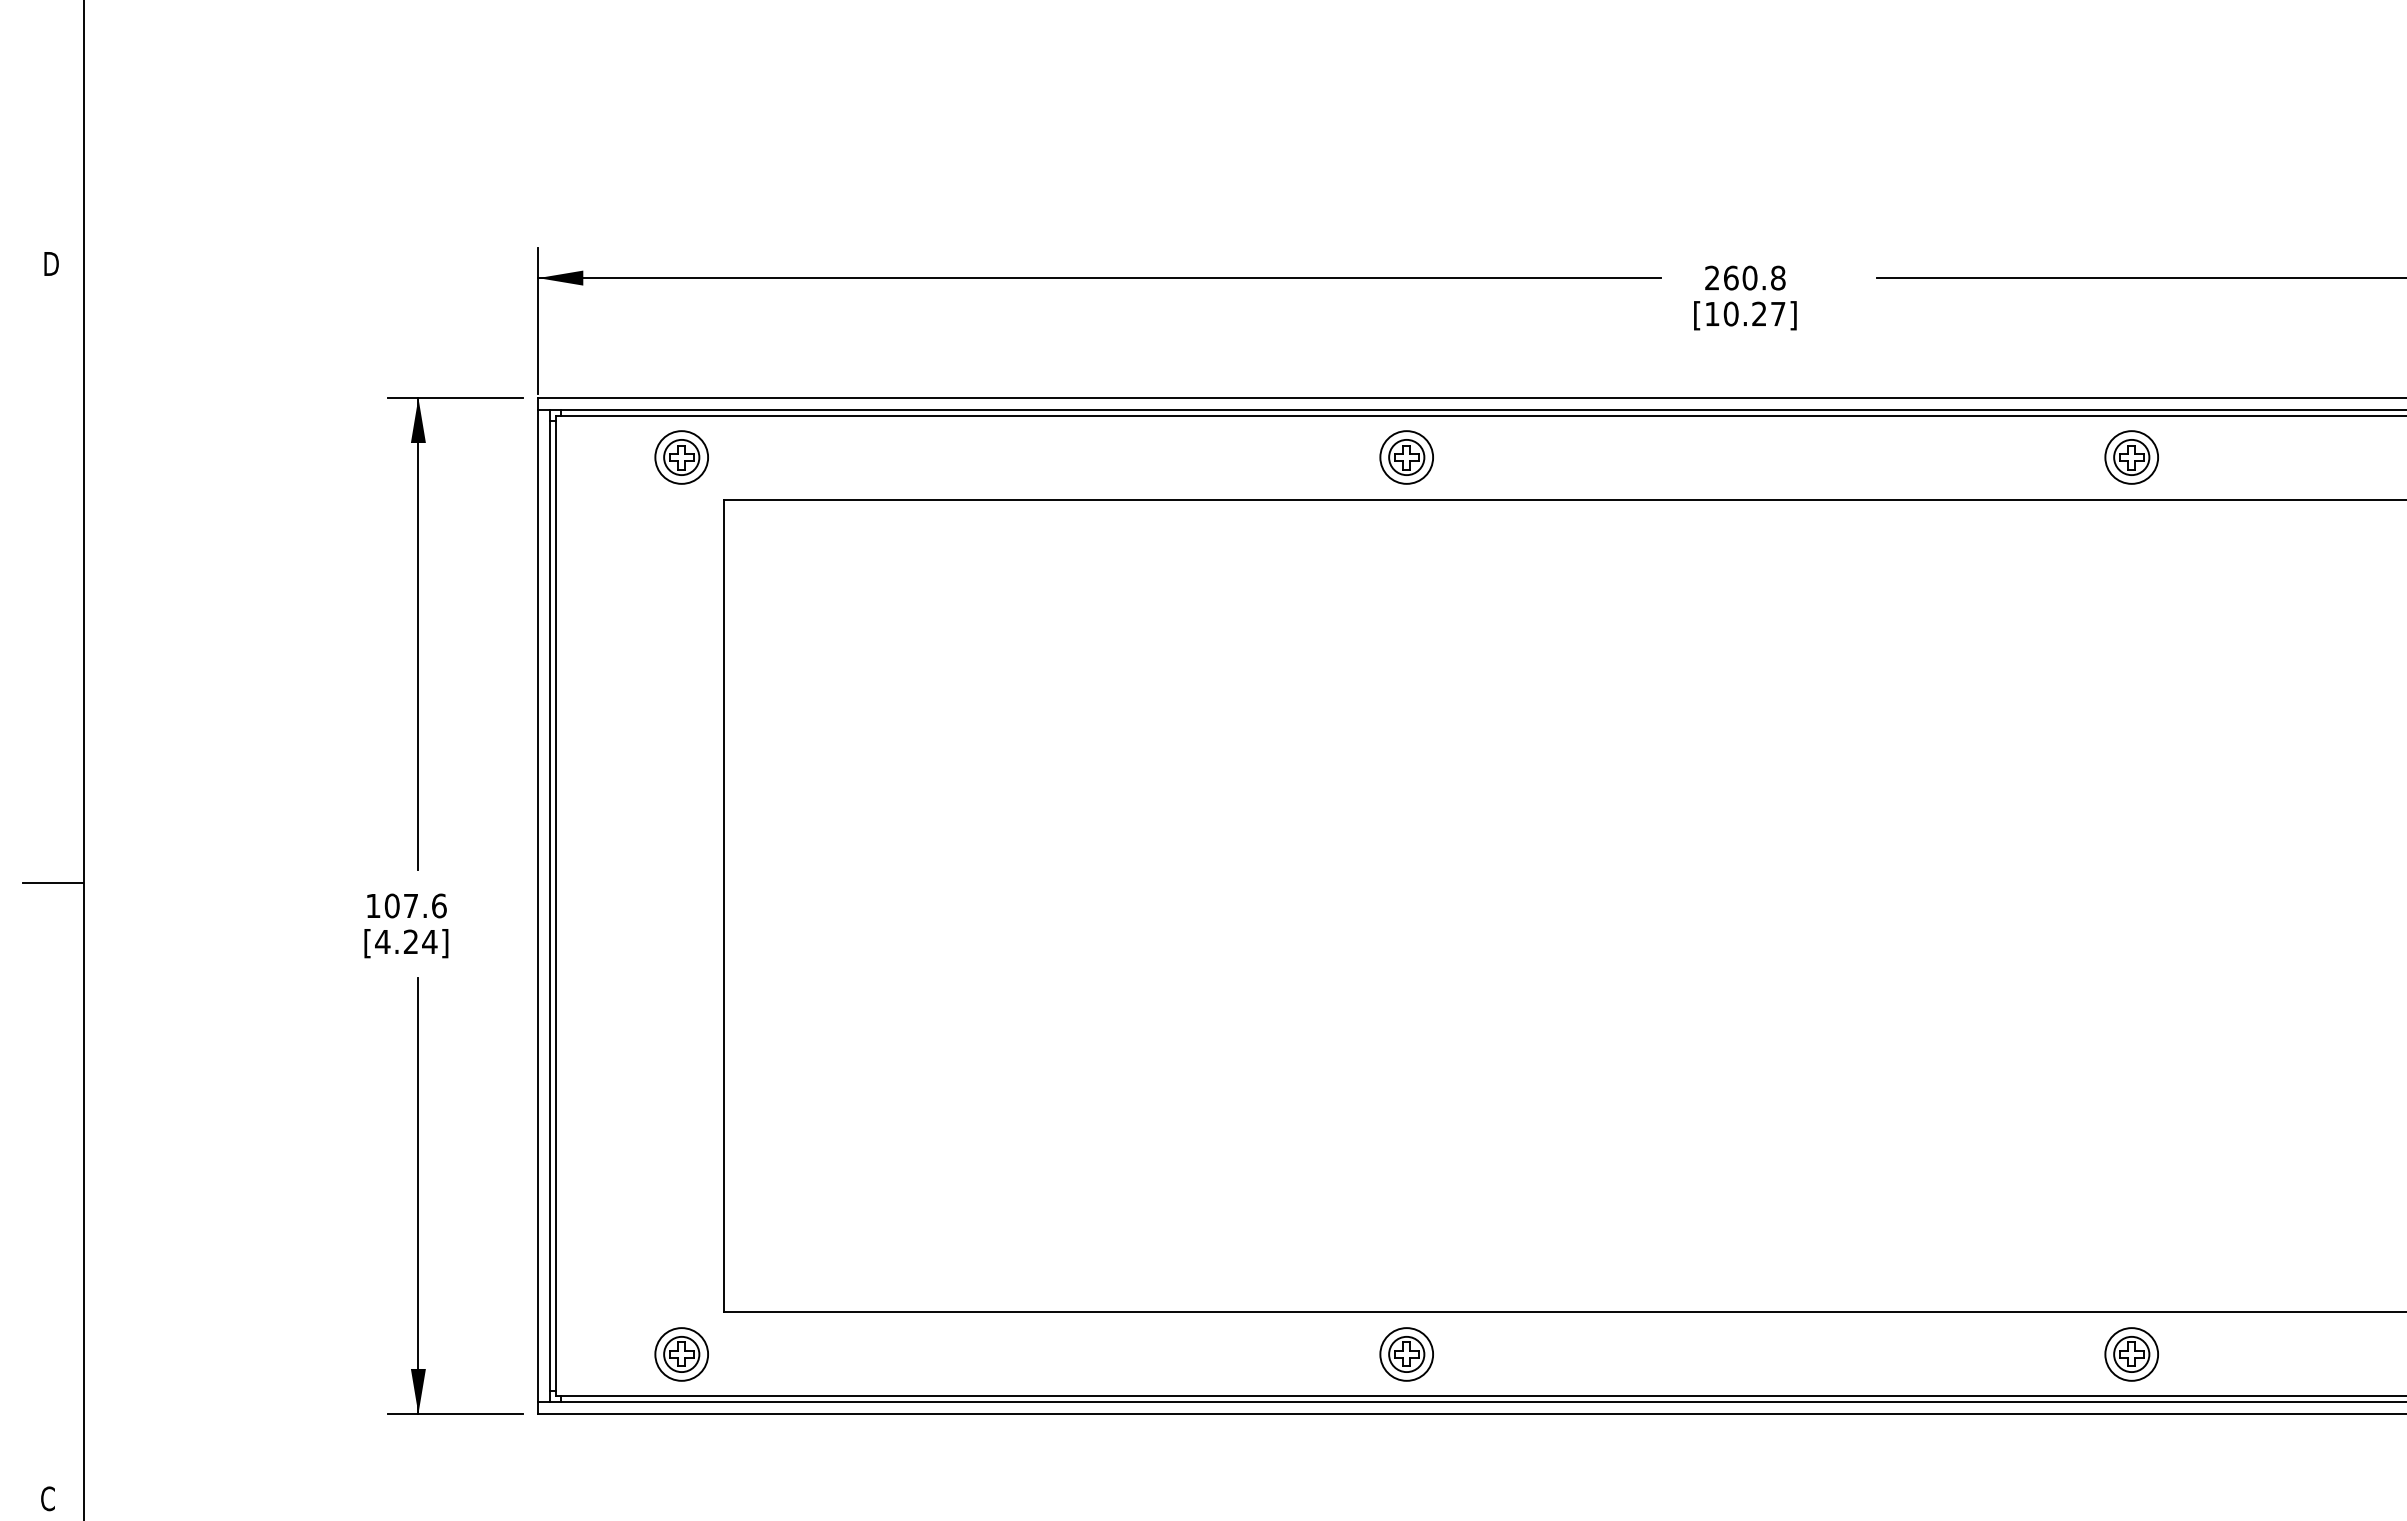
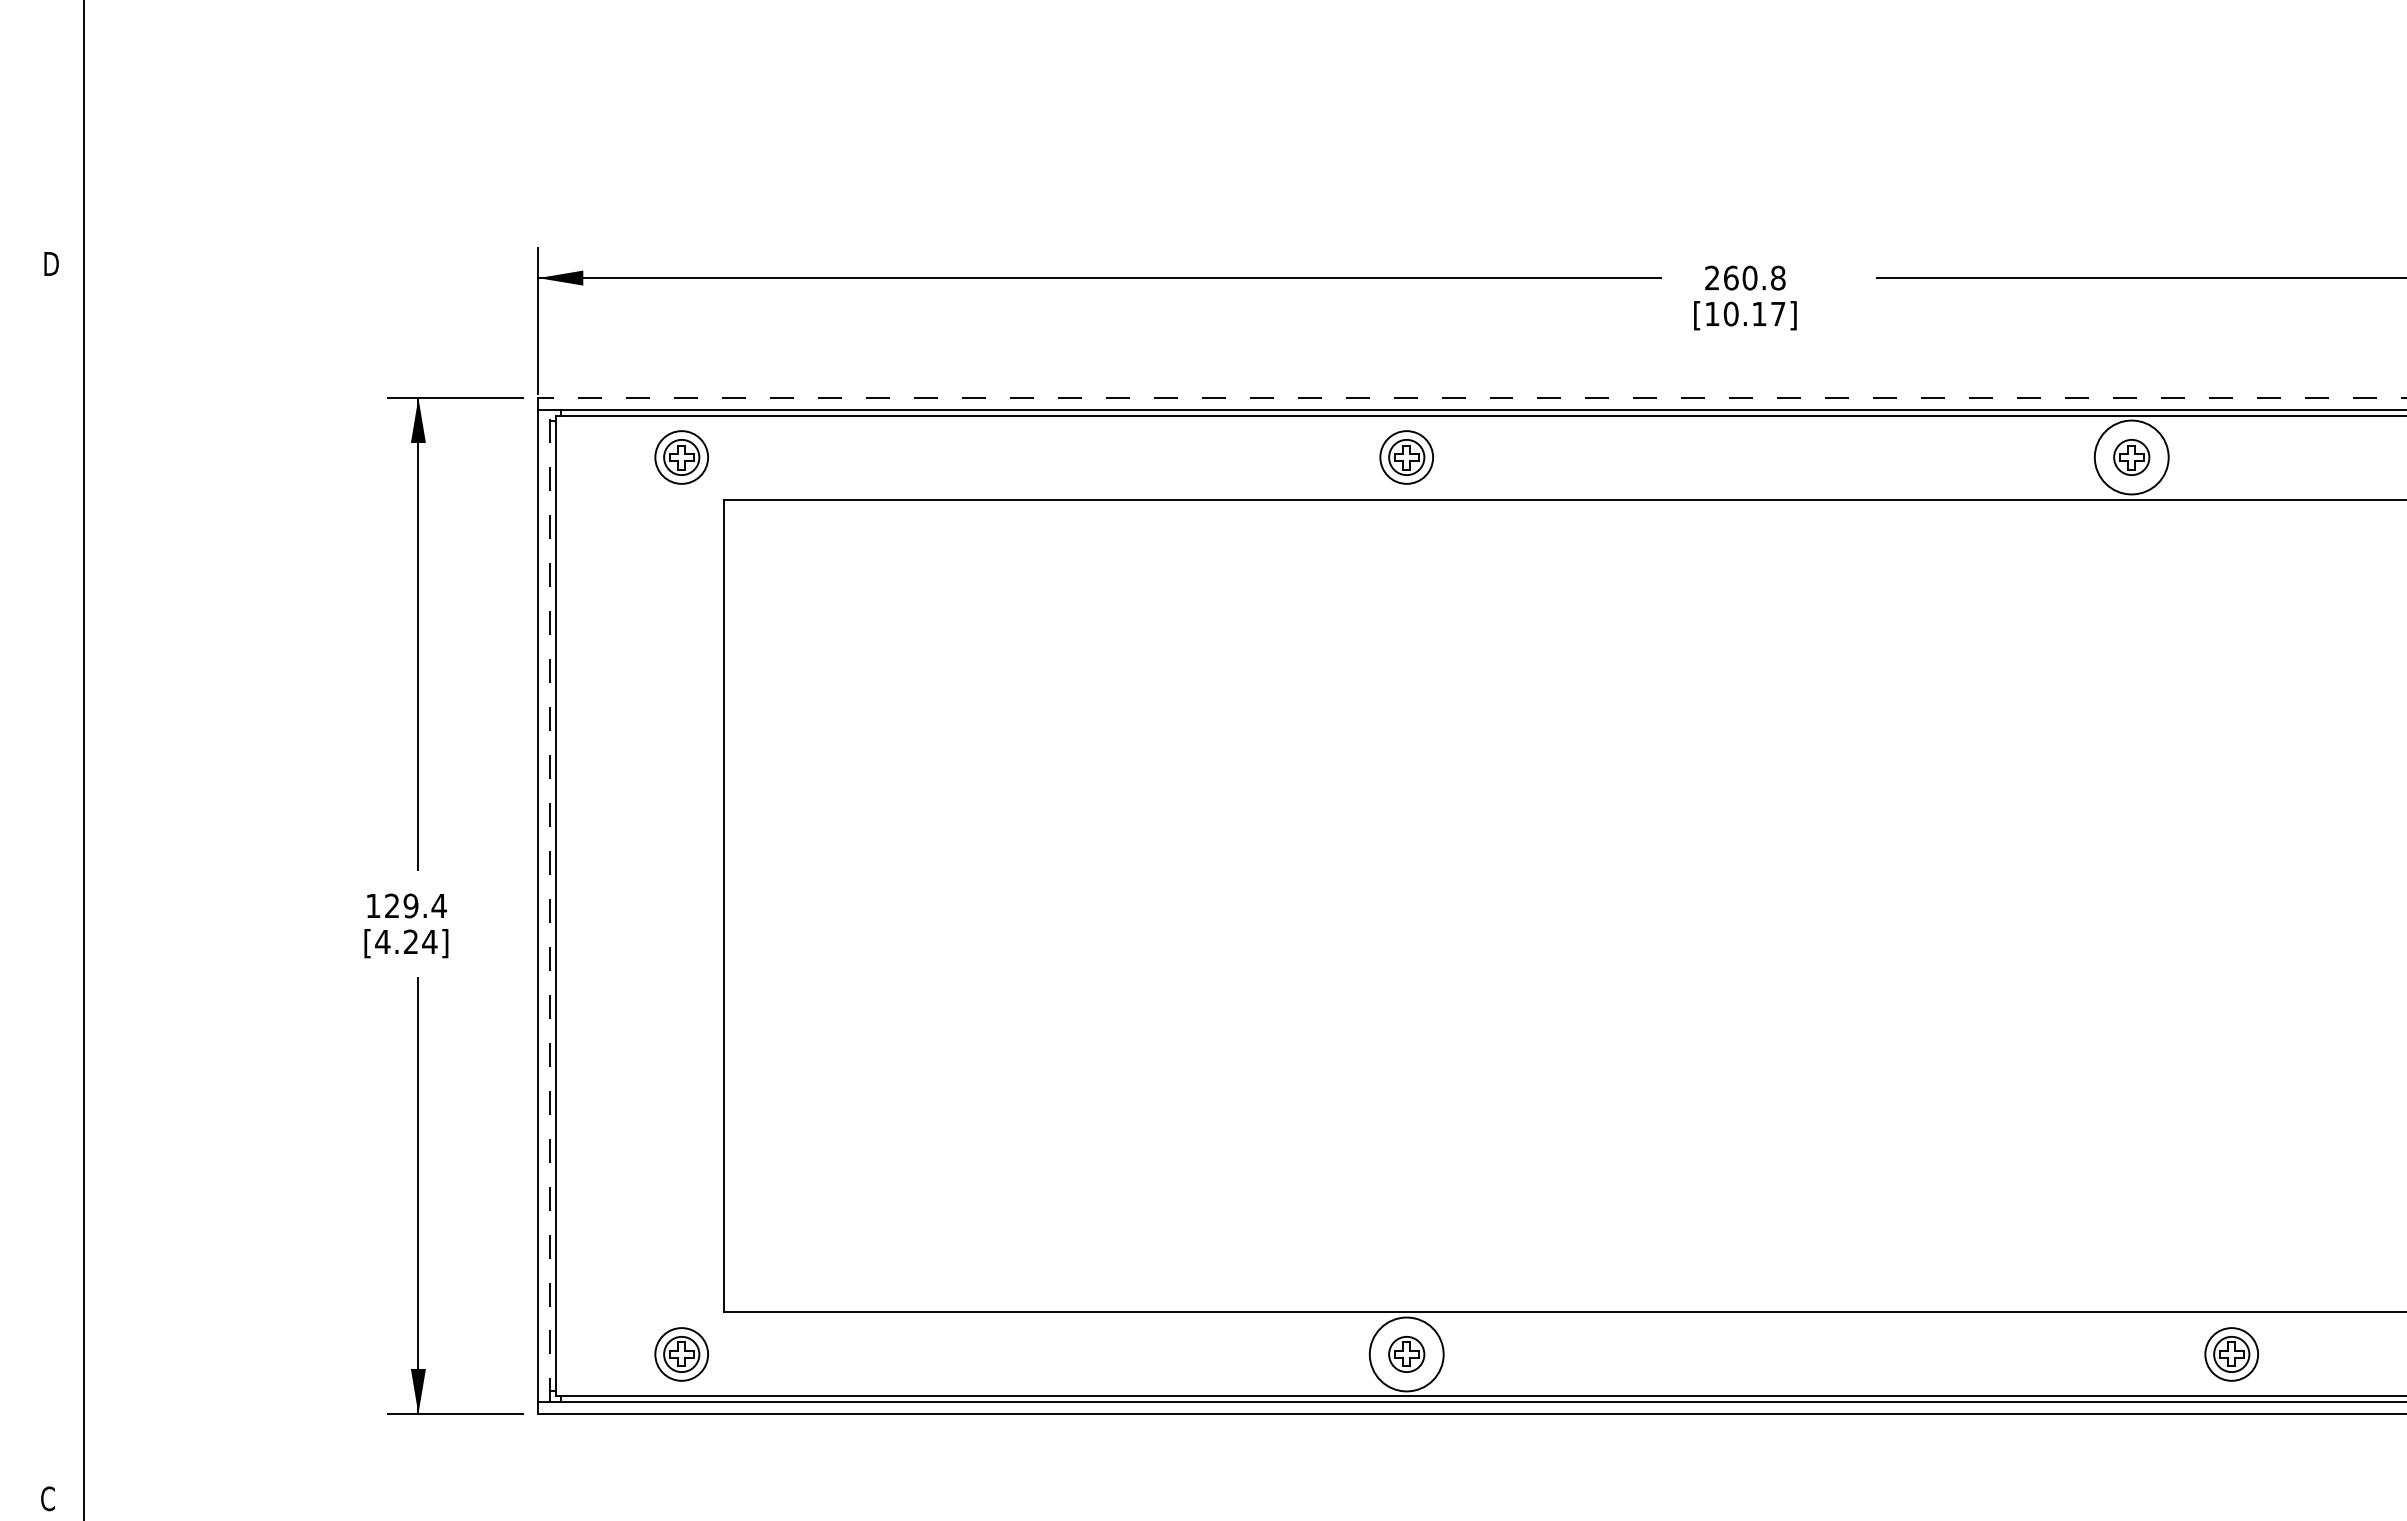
text at (1759, 313): [10.27] -> [10.17]
line at (1471, 398): solid -> dashed
circle at (2131, 457) diameter: 53 px -> 74 px
line at (53, 883): present -> none
text at (415, 905): 107.6 -> 129.4
line at (549, 905): solid -> dashed
circle at (1406, 1354) diameter: 53 px -> 74 px
part at (2131, 1354) position: (2131, 1354) -> (2231, 1354)
